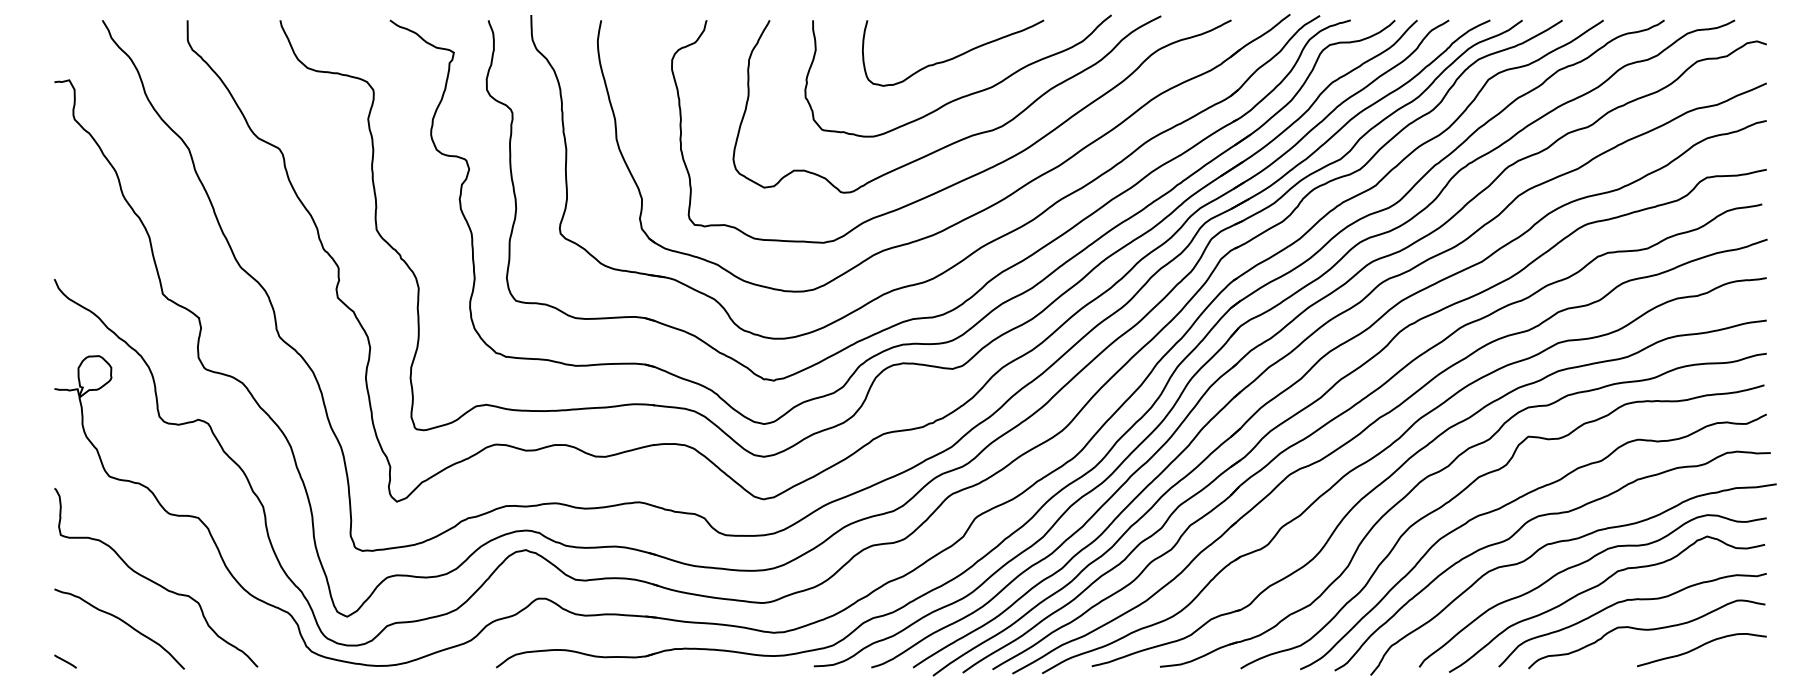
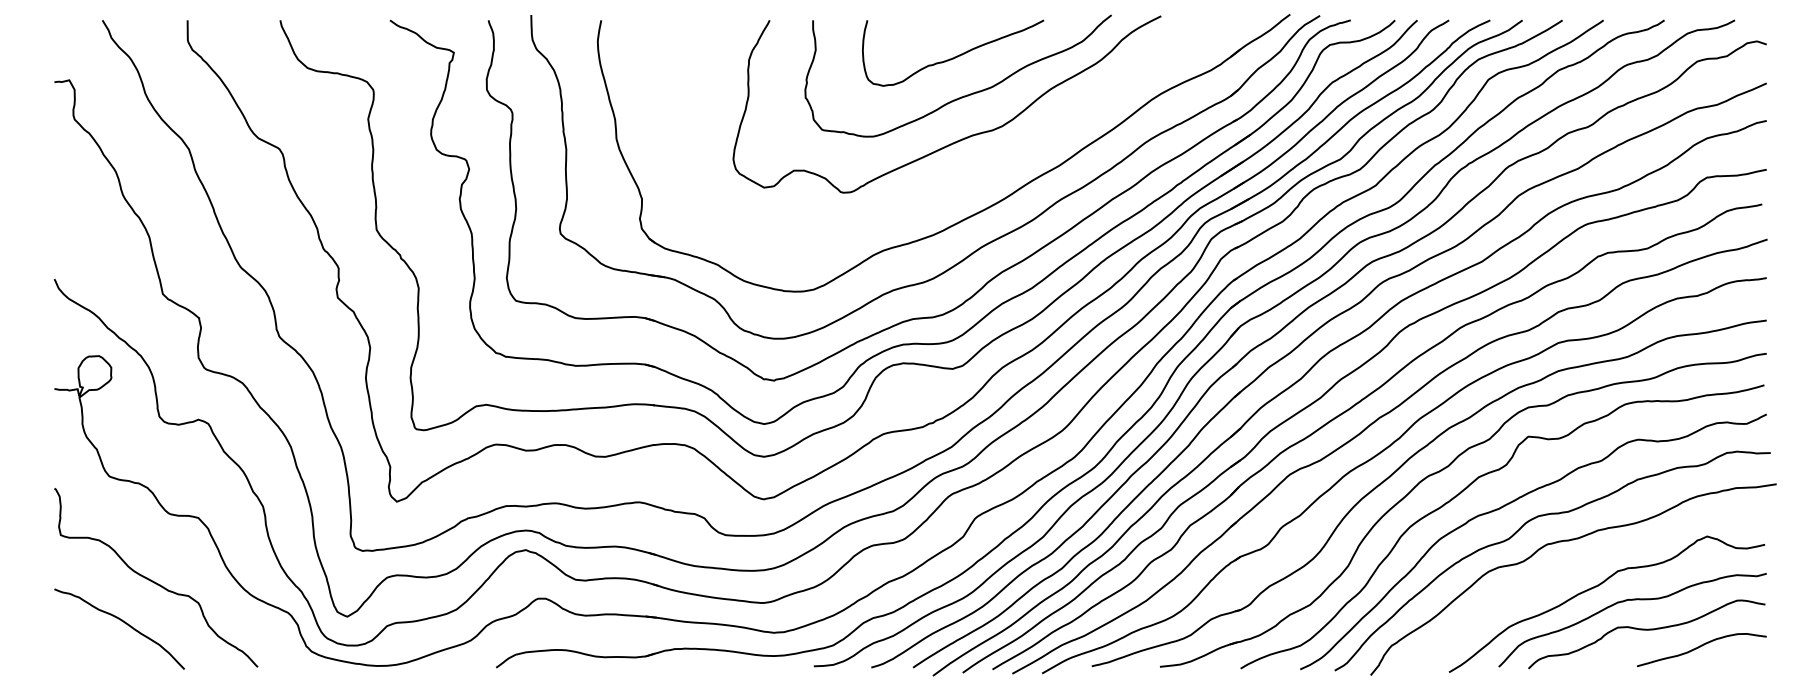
curve at (973, 174): present -> none
curve at (1582, 564): present -> none
line at (65, 661): present -> none
